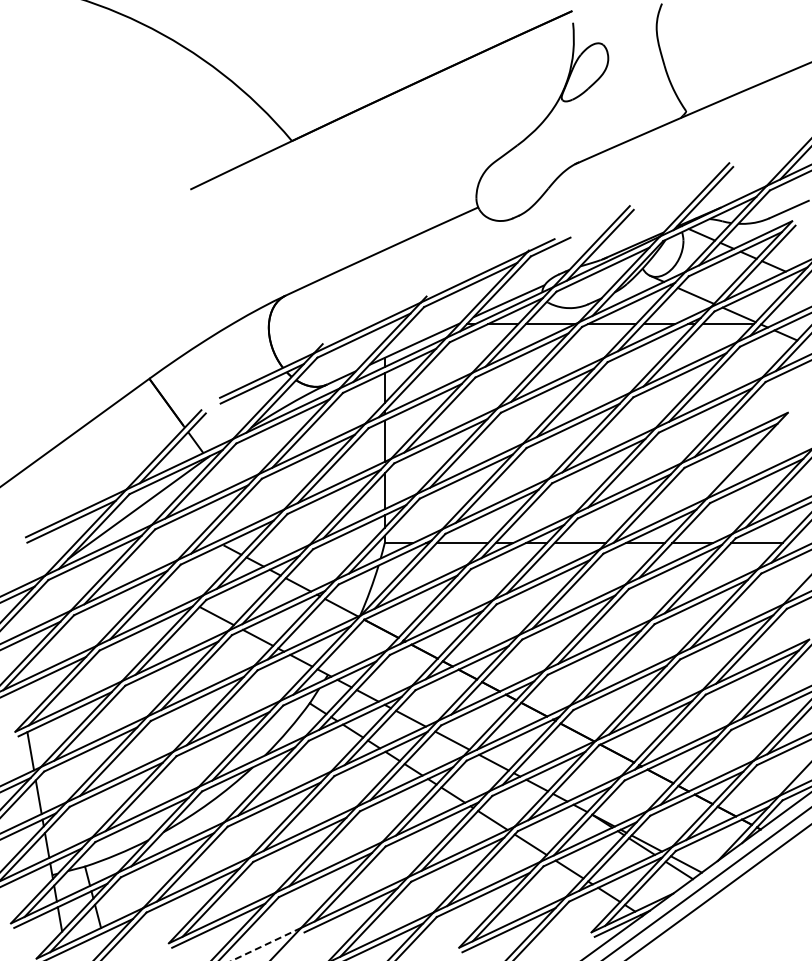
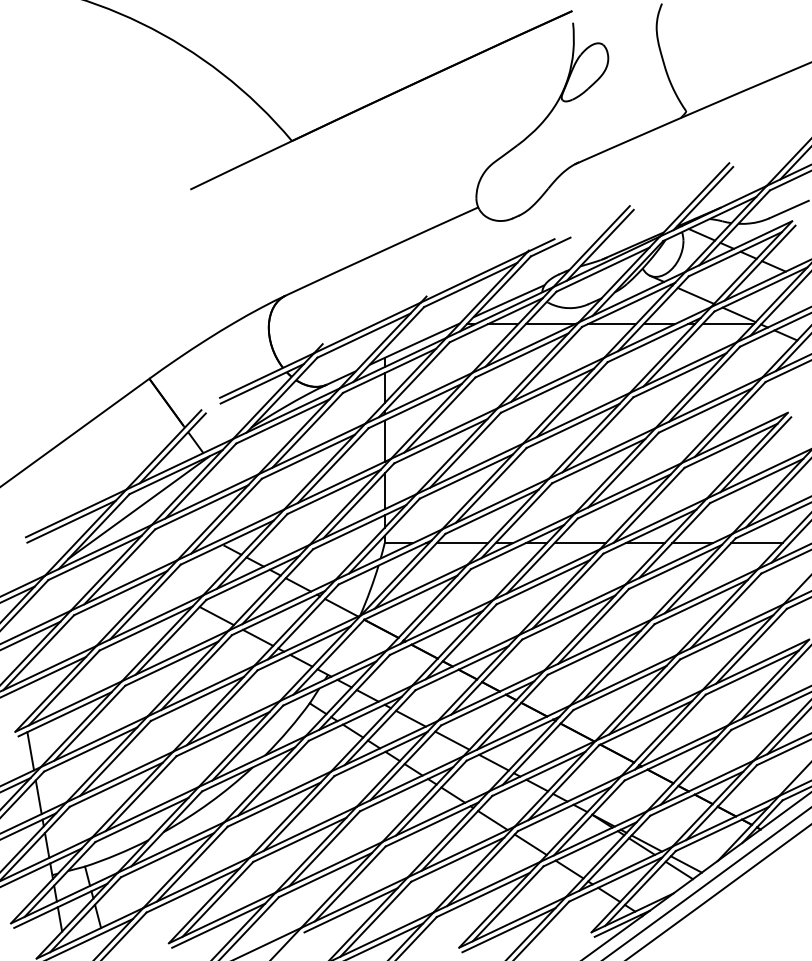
line at (755, 454): none -> present
line at (267, 944): dashed -> solid
